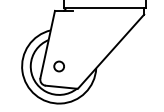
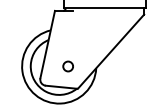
circle at (58, 66) position: (58, 66) -> (67, 66)
